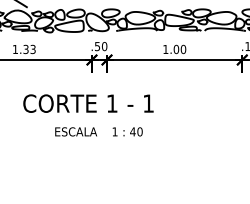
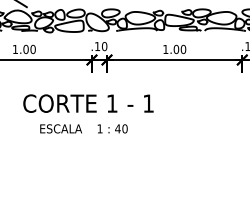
text at (97, 46): .50 -> .10
text at (29, 49): 1.33 -> 1.00
text at (98, 131) position: (98, 131) -> (83, 128)
